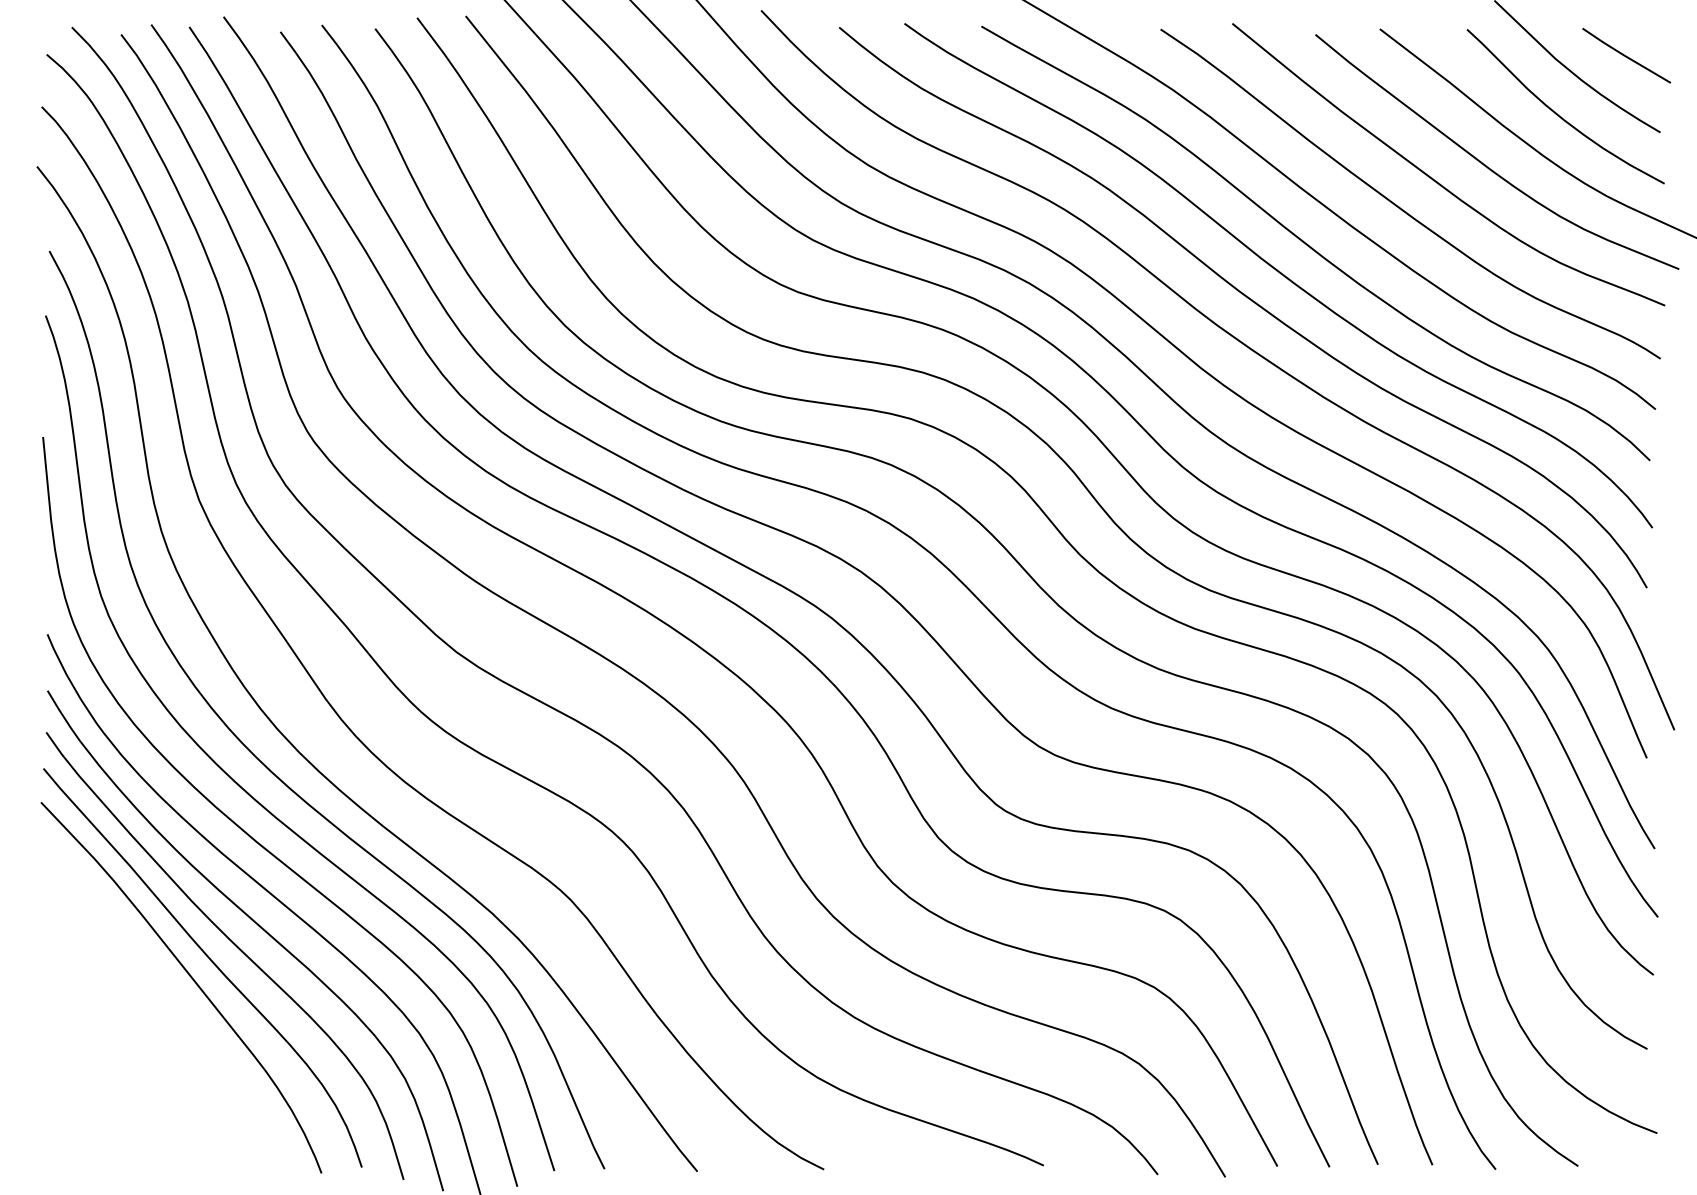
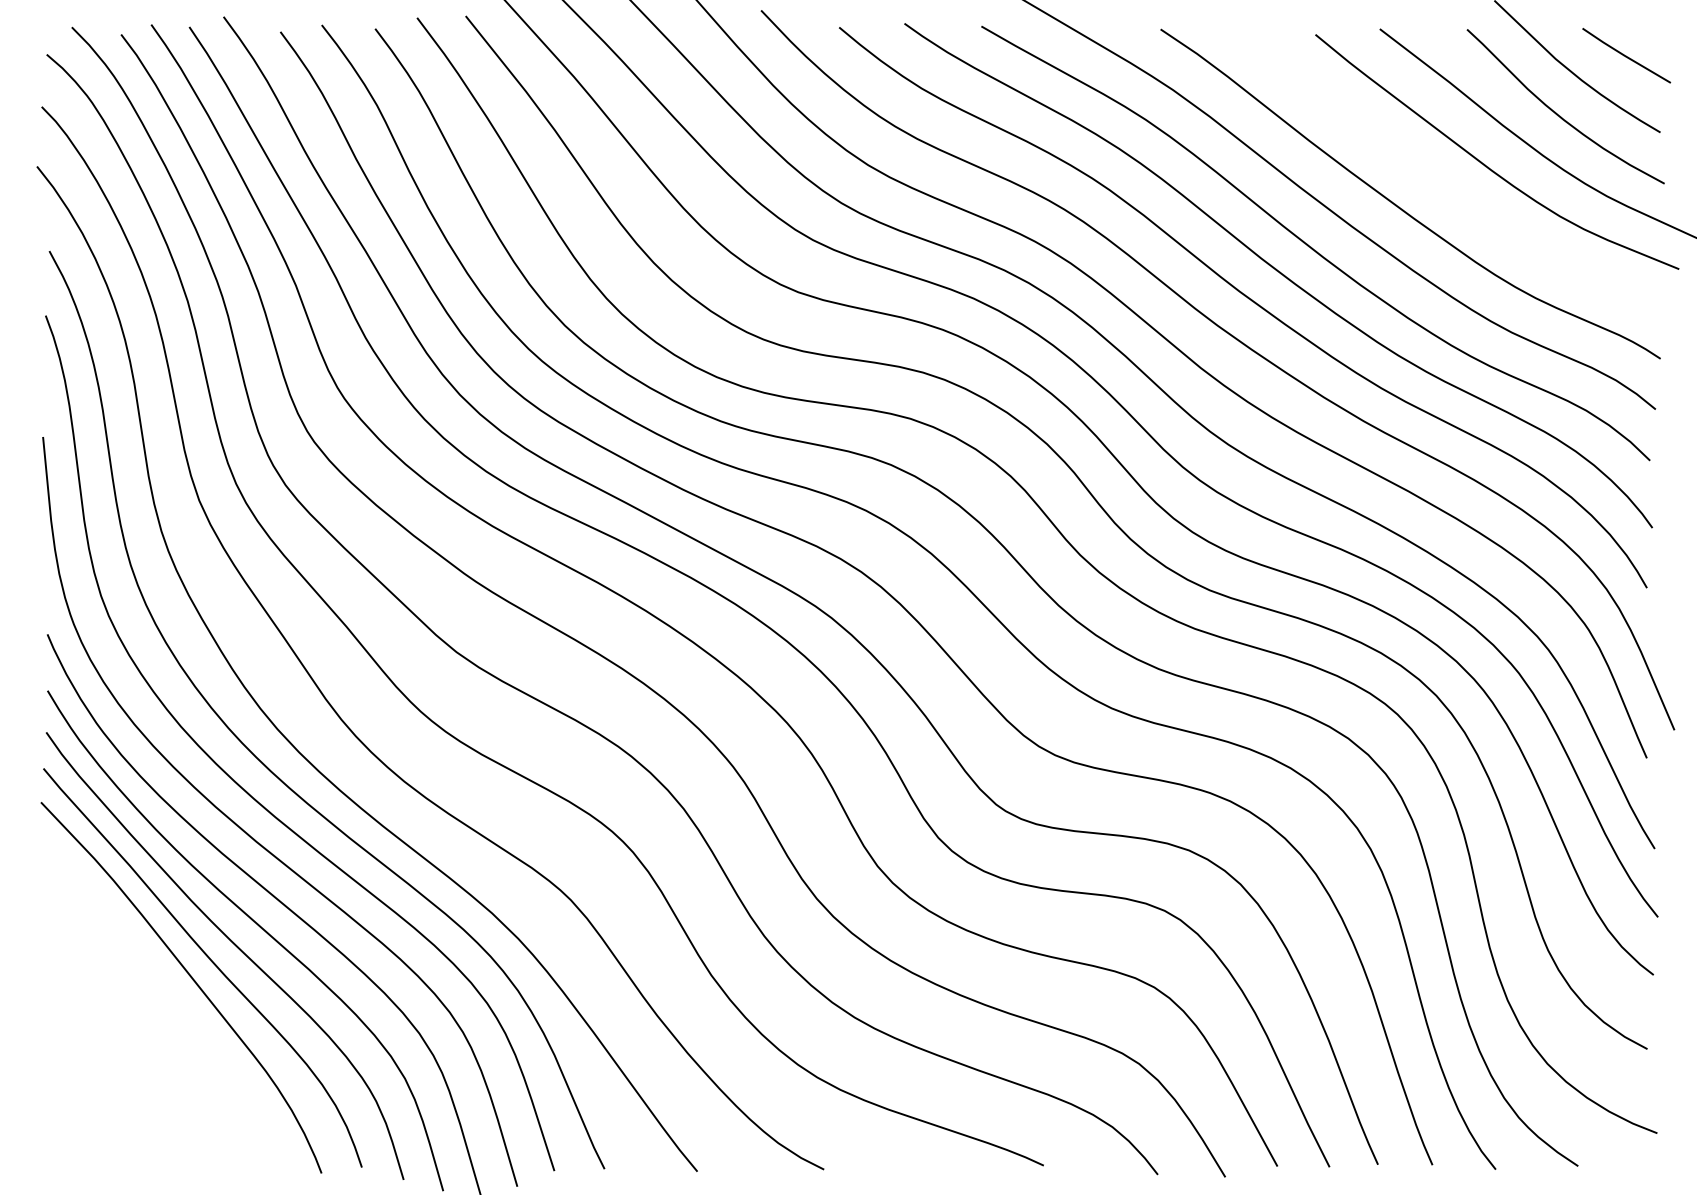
curve at (1436, 180): present -> none
